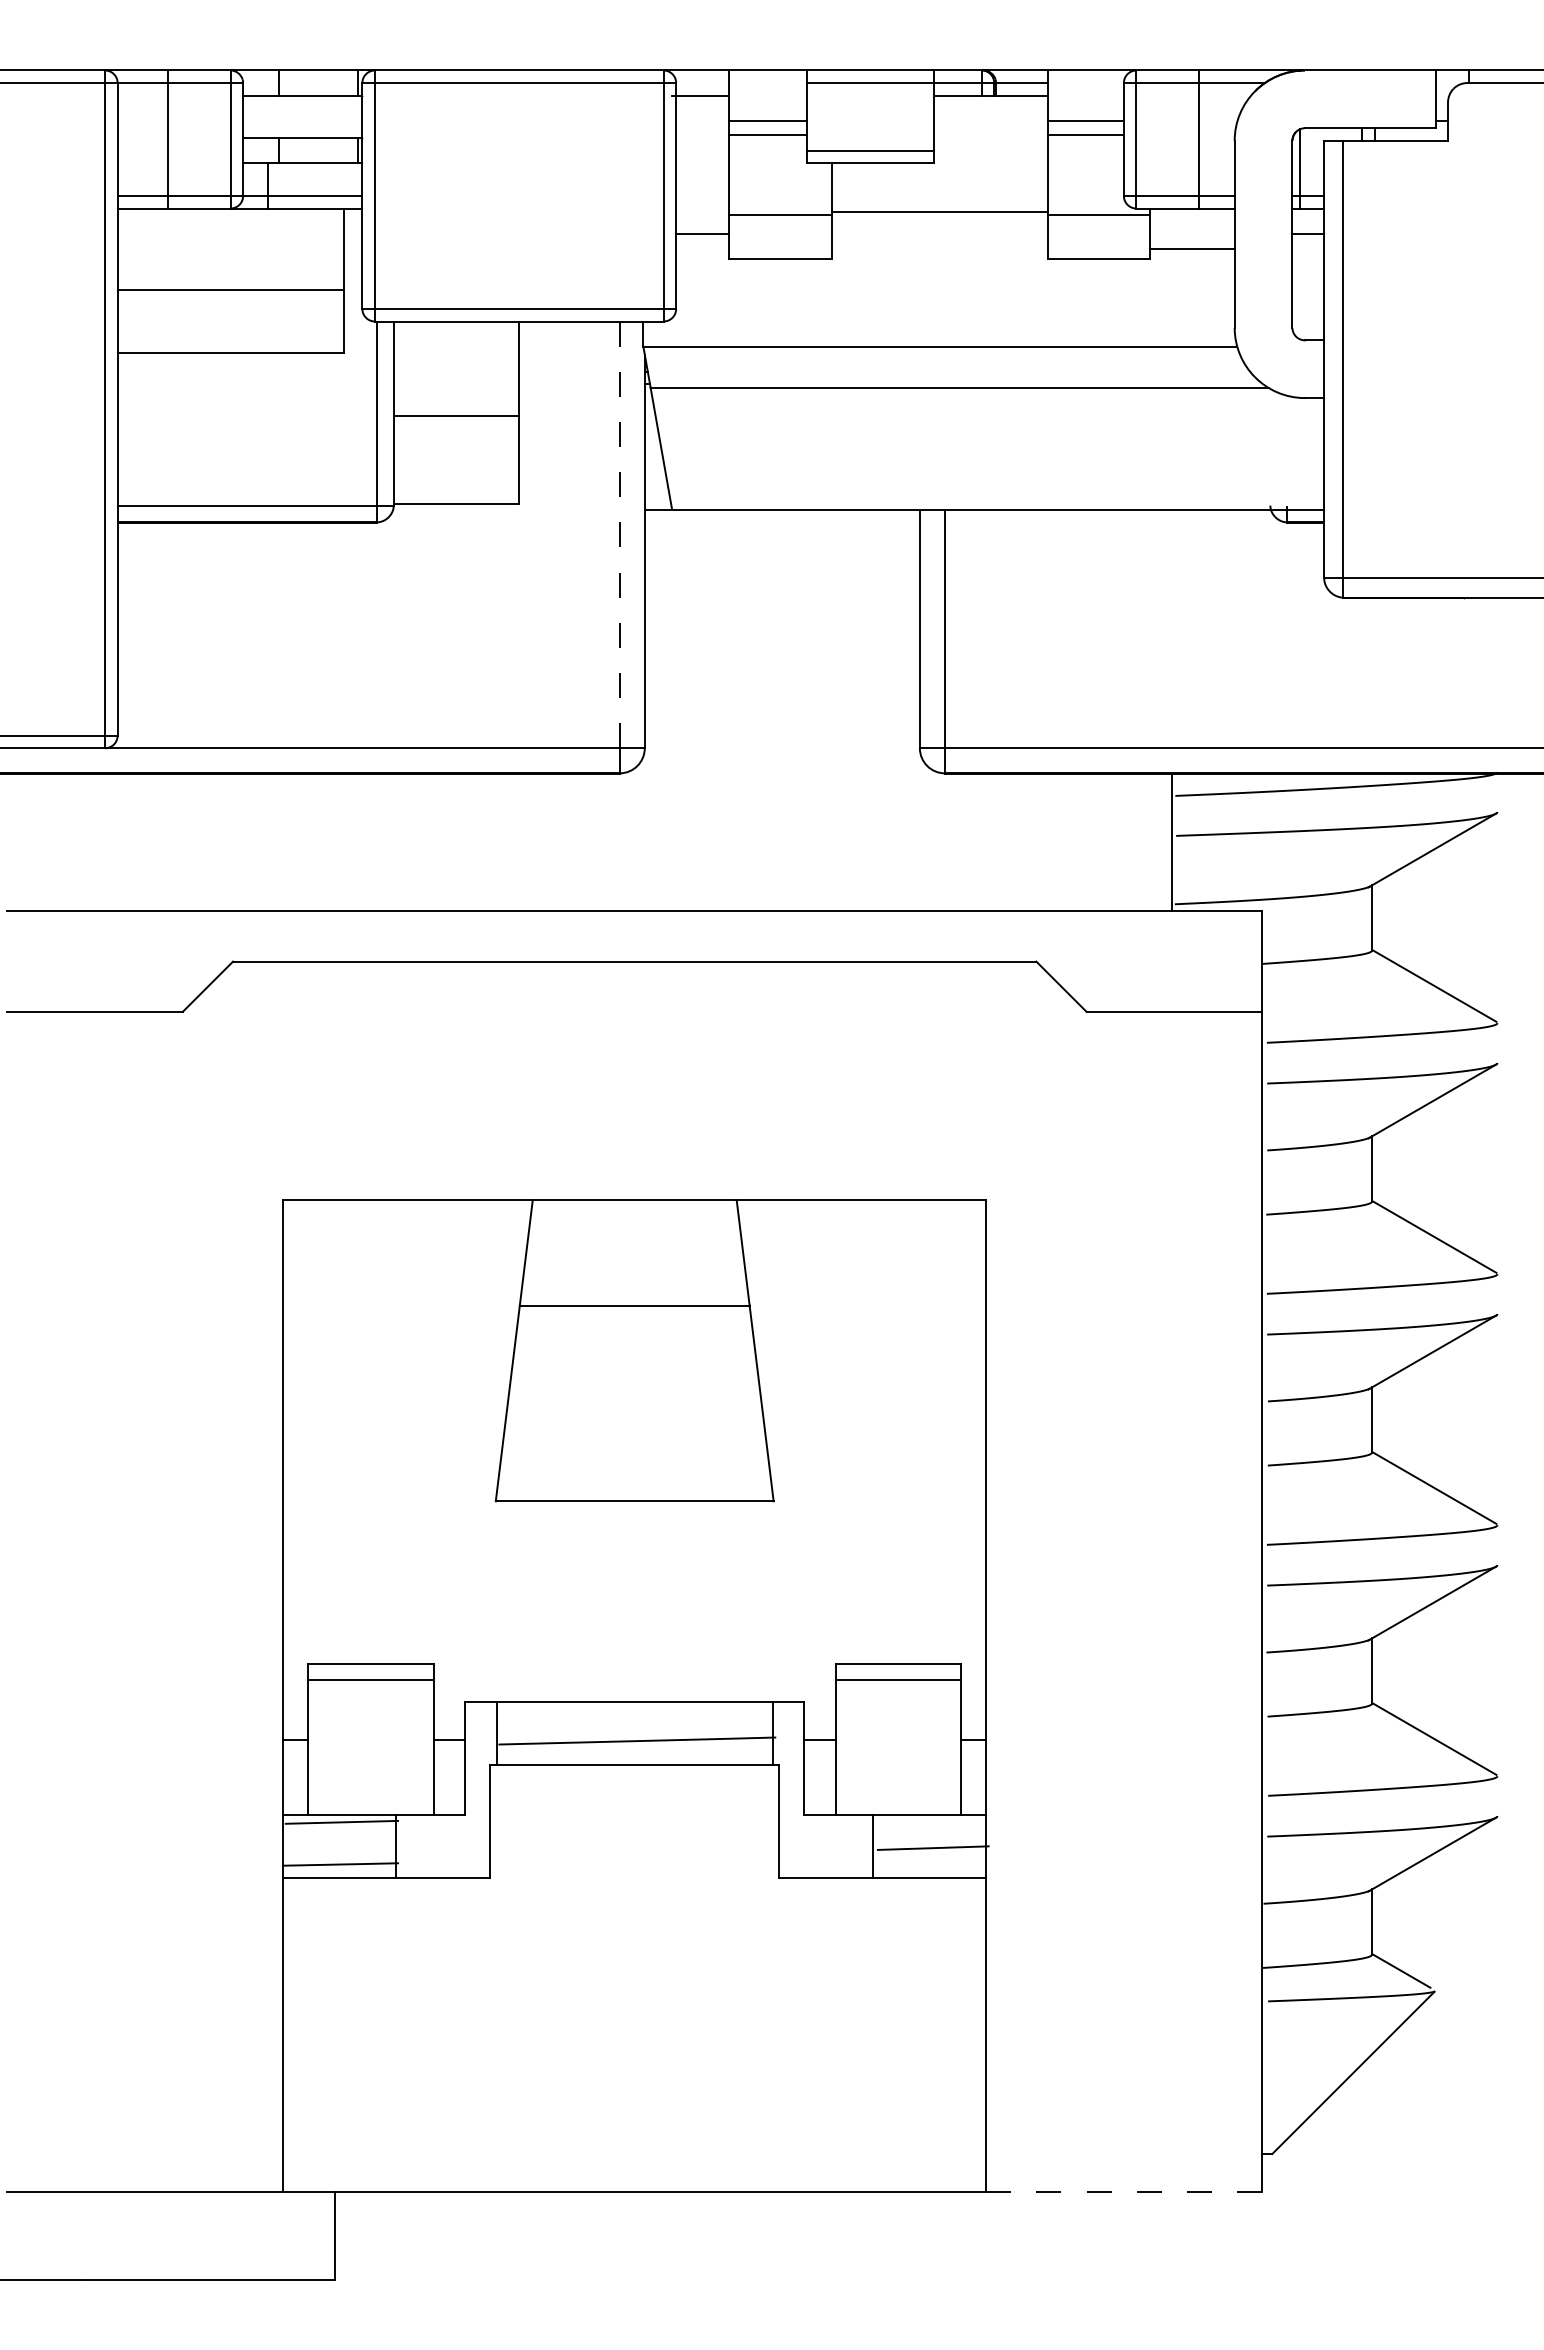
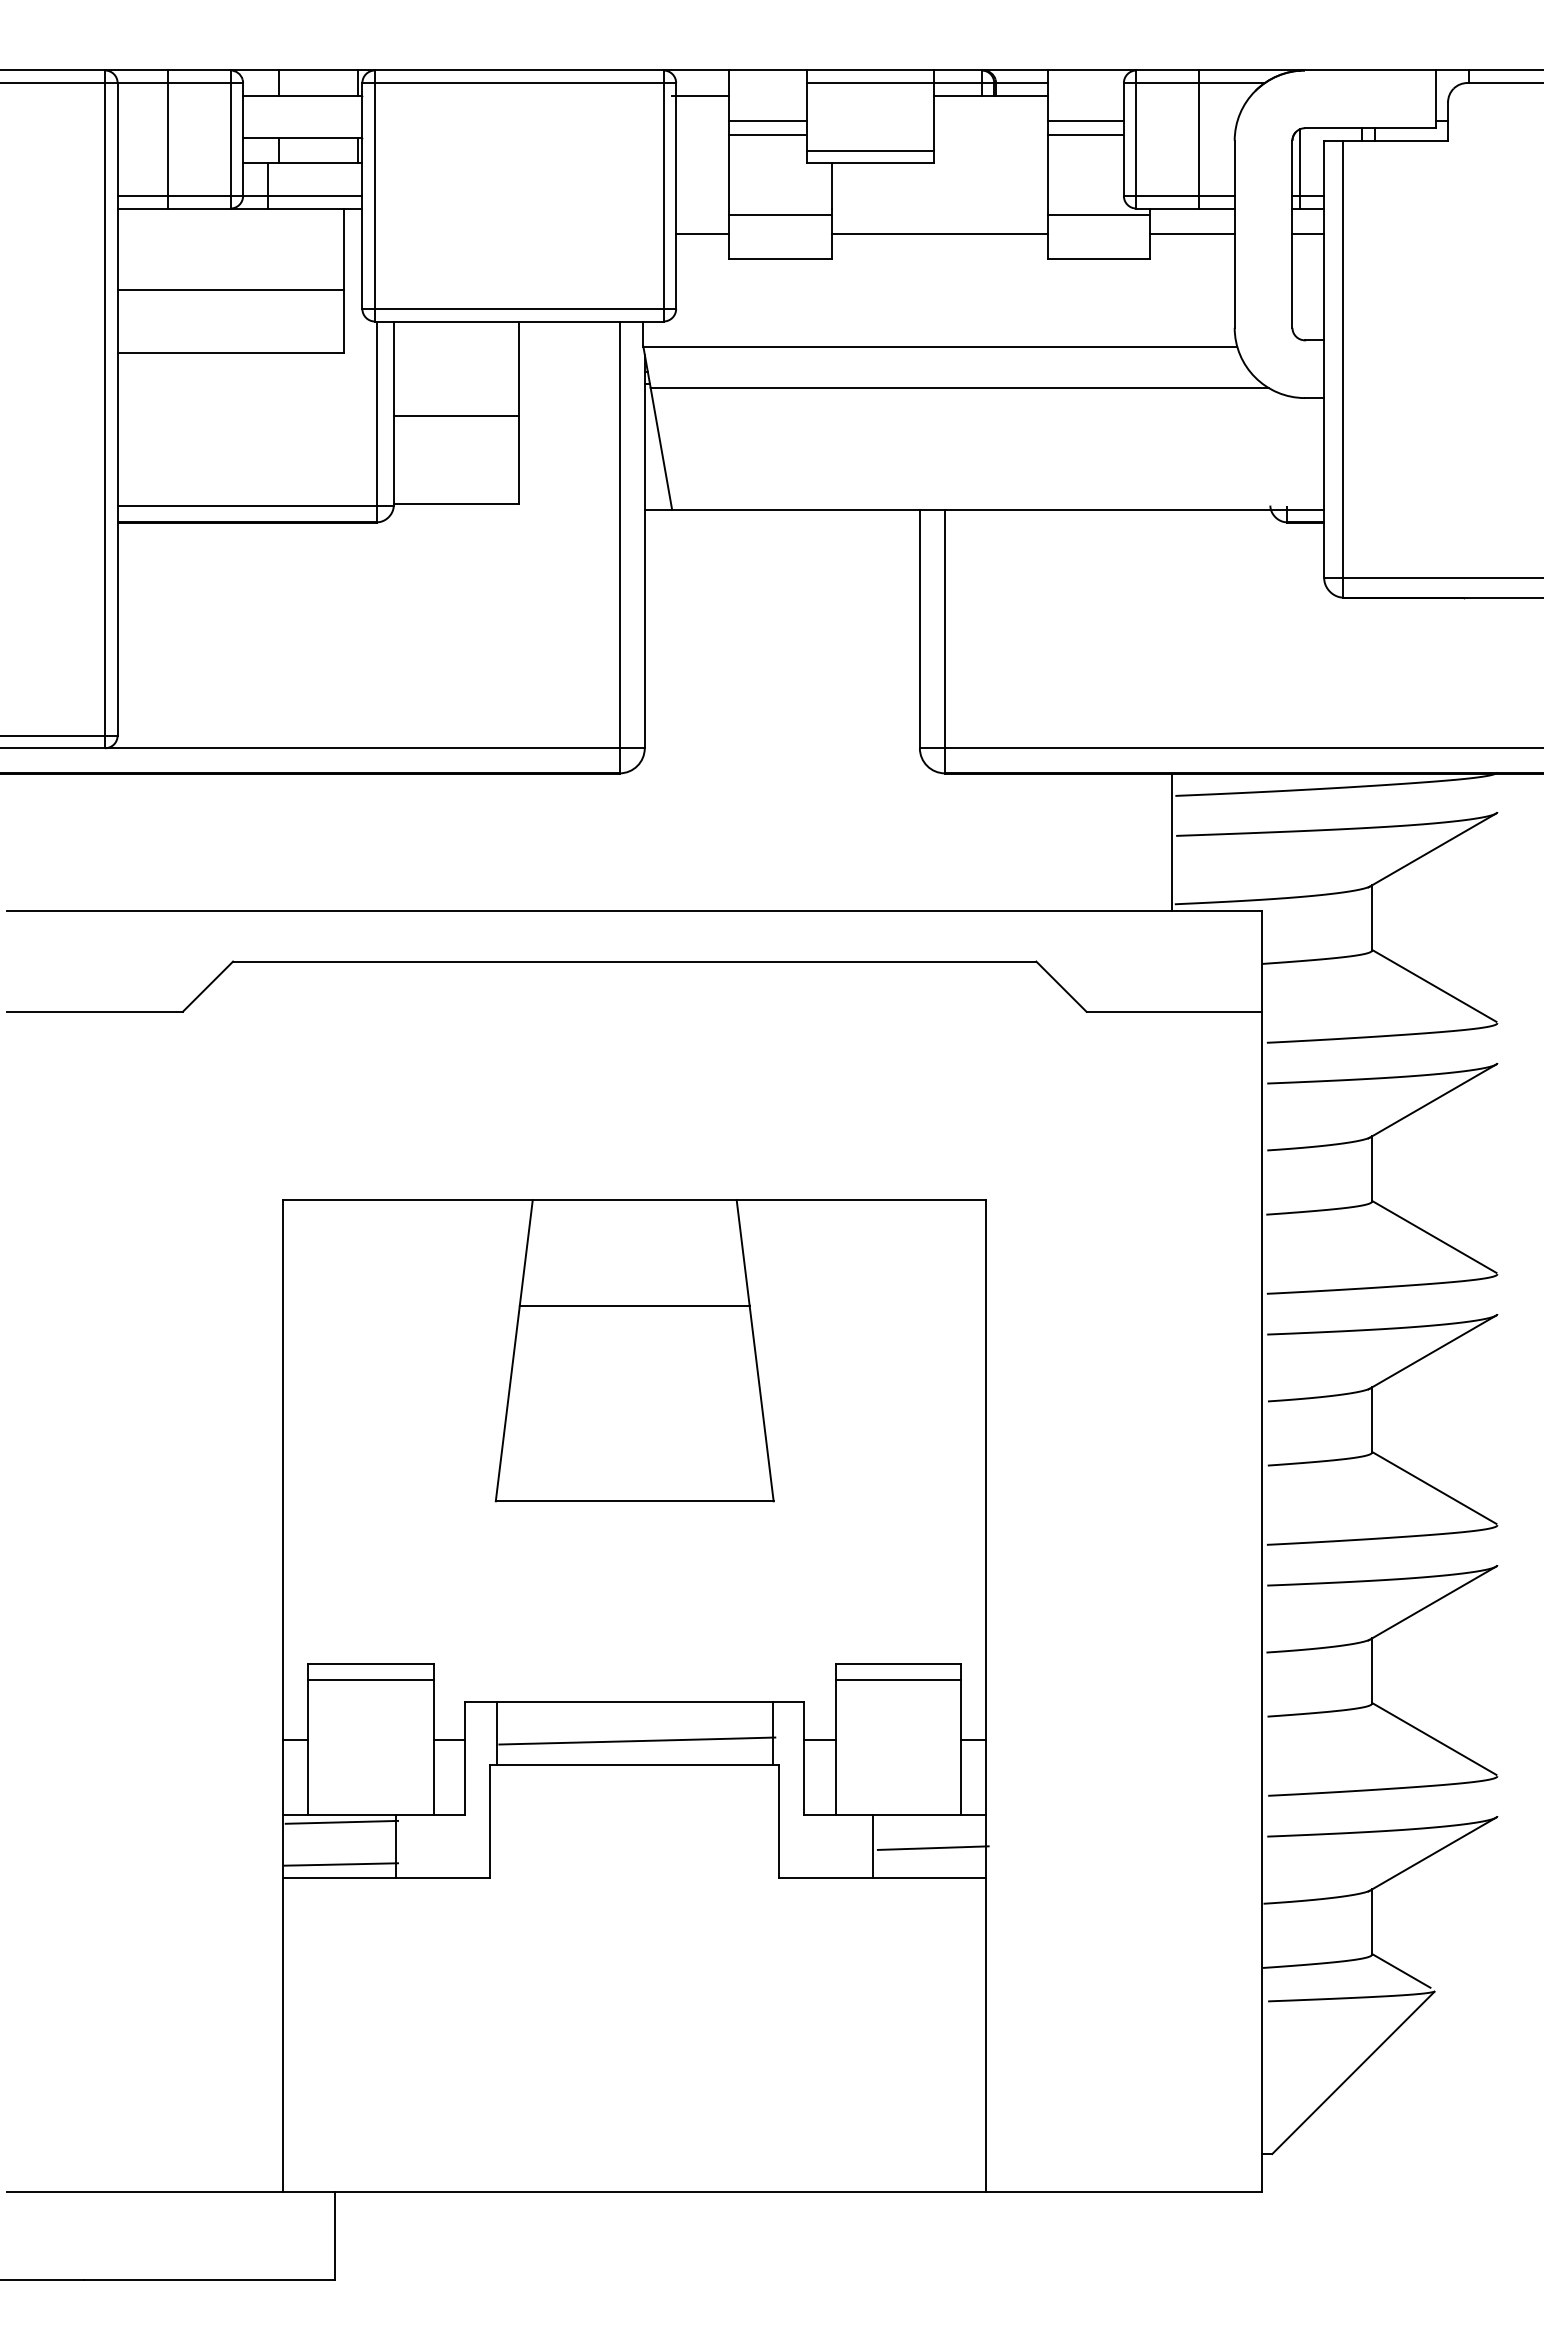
line at (939, 211) position: (939, 211) -> (939, 233)
line at (1192, 248) position: (1192, 248) -> (1192, 233)
line at (619, 534): dashed -> solid
line at (1124, 2191): dashed -> solid
